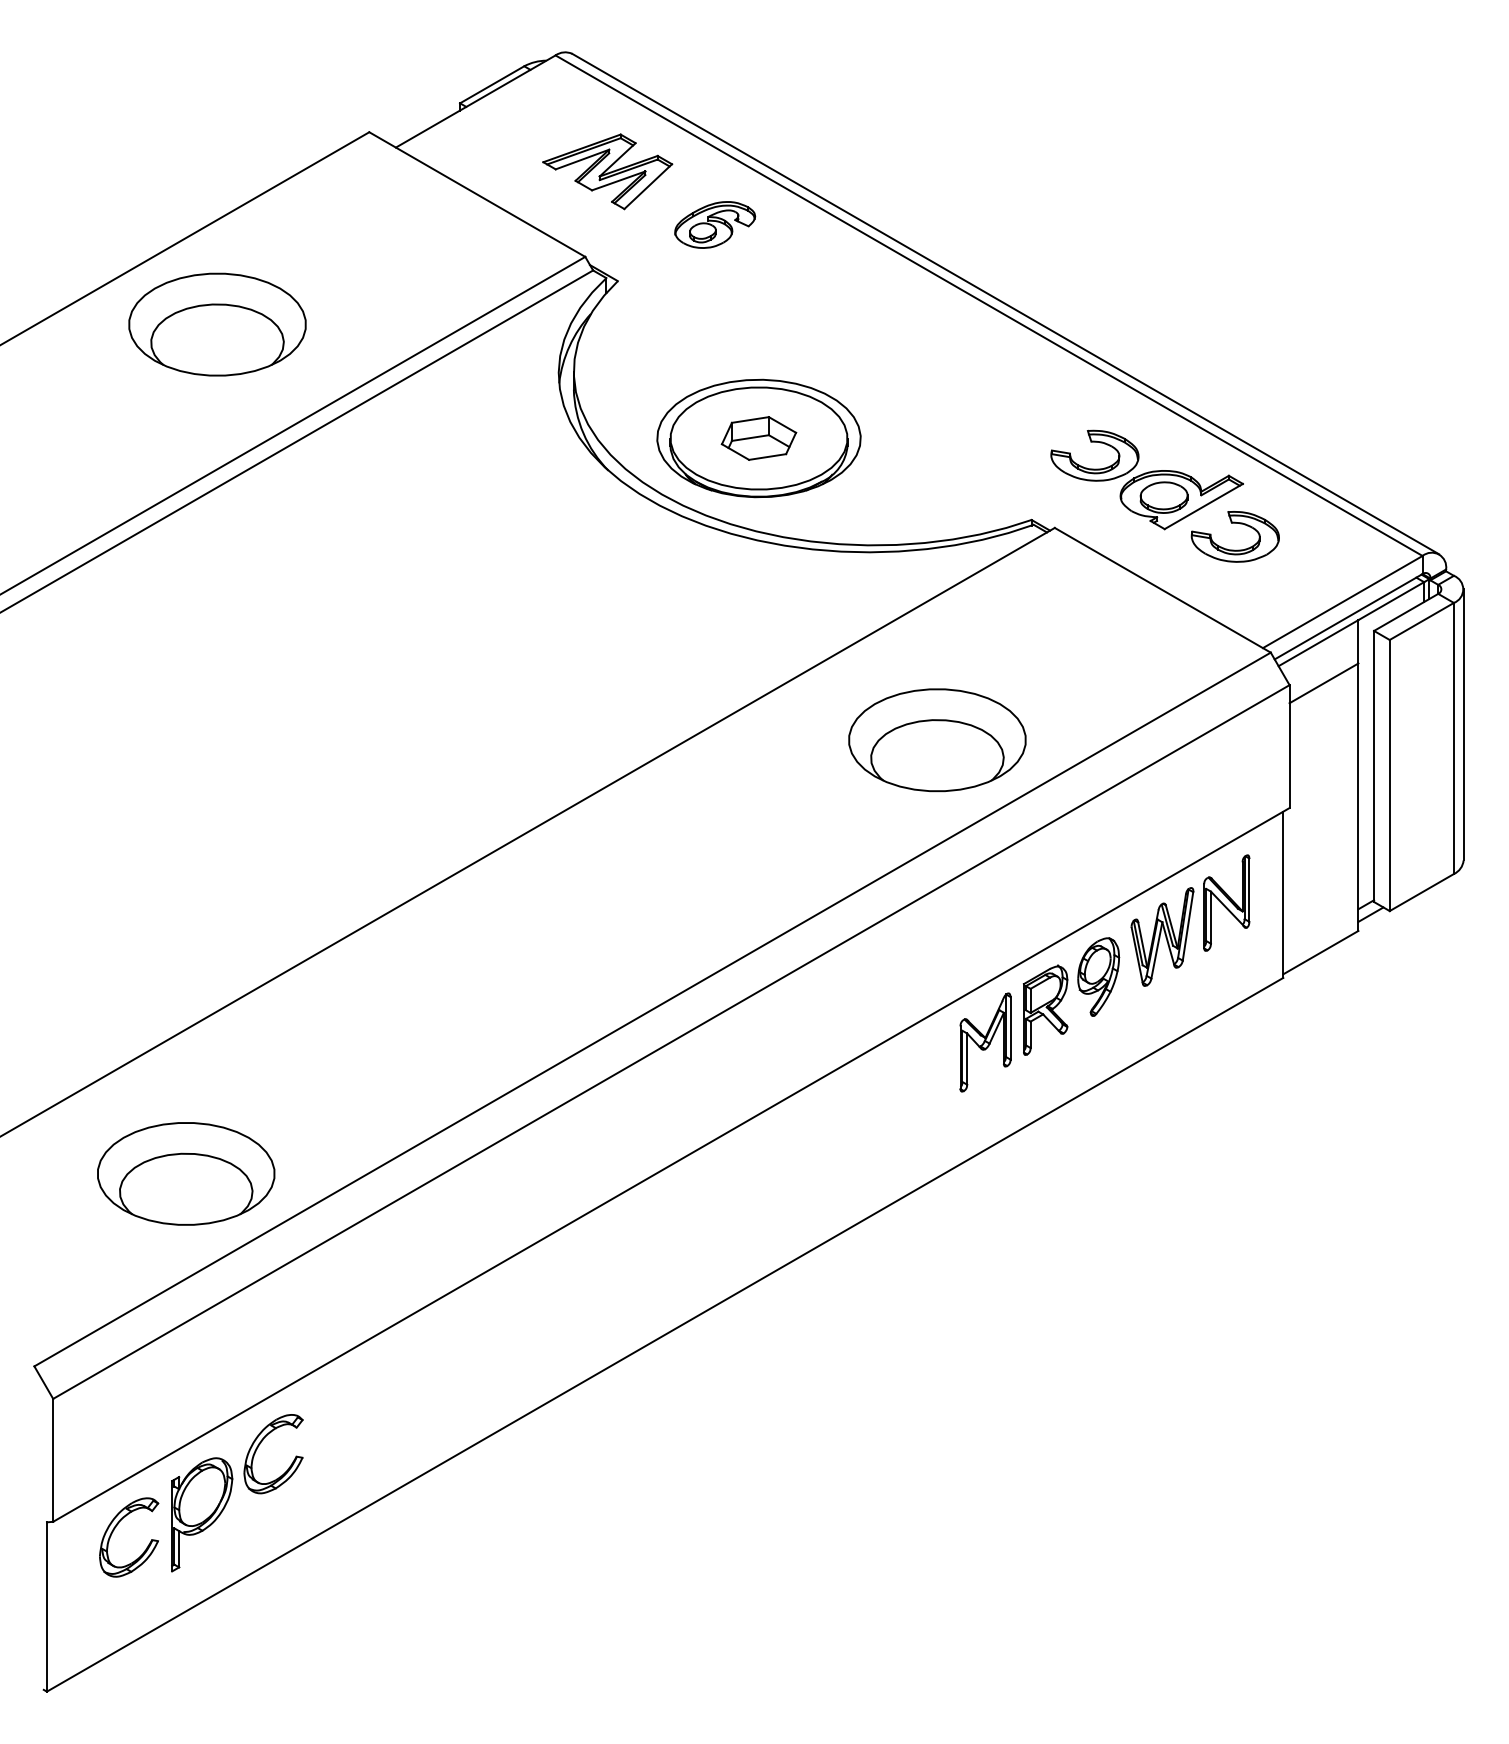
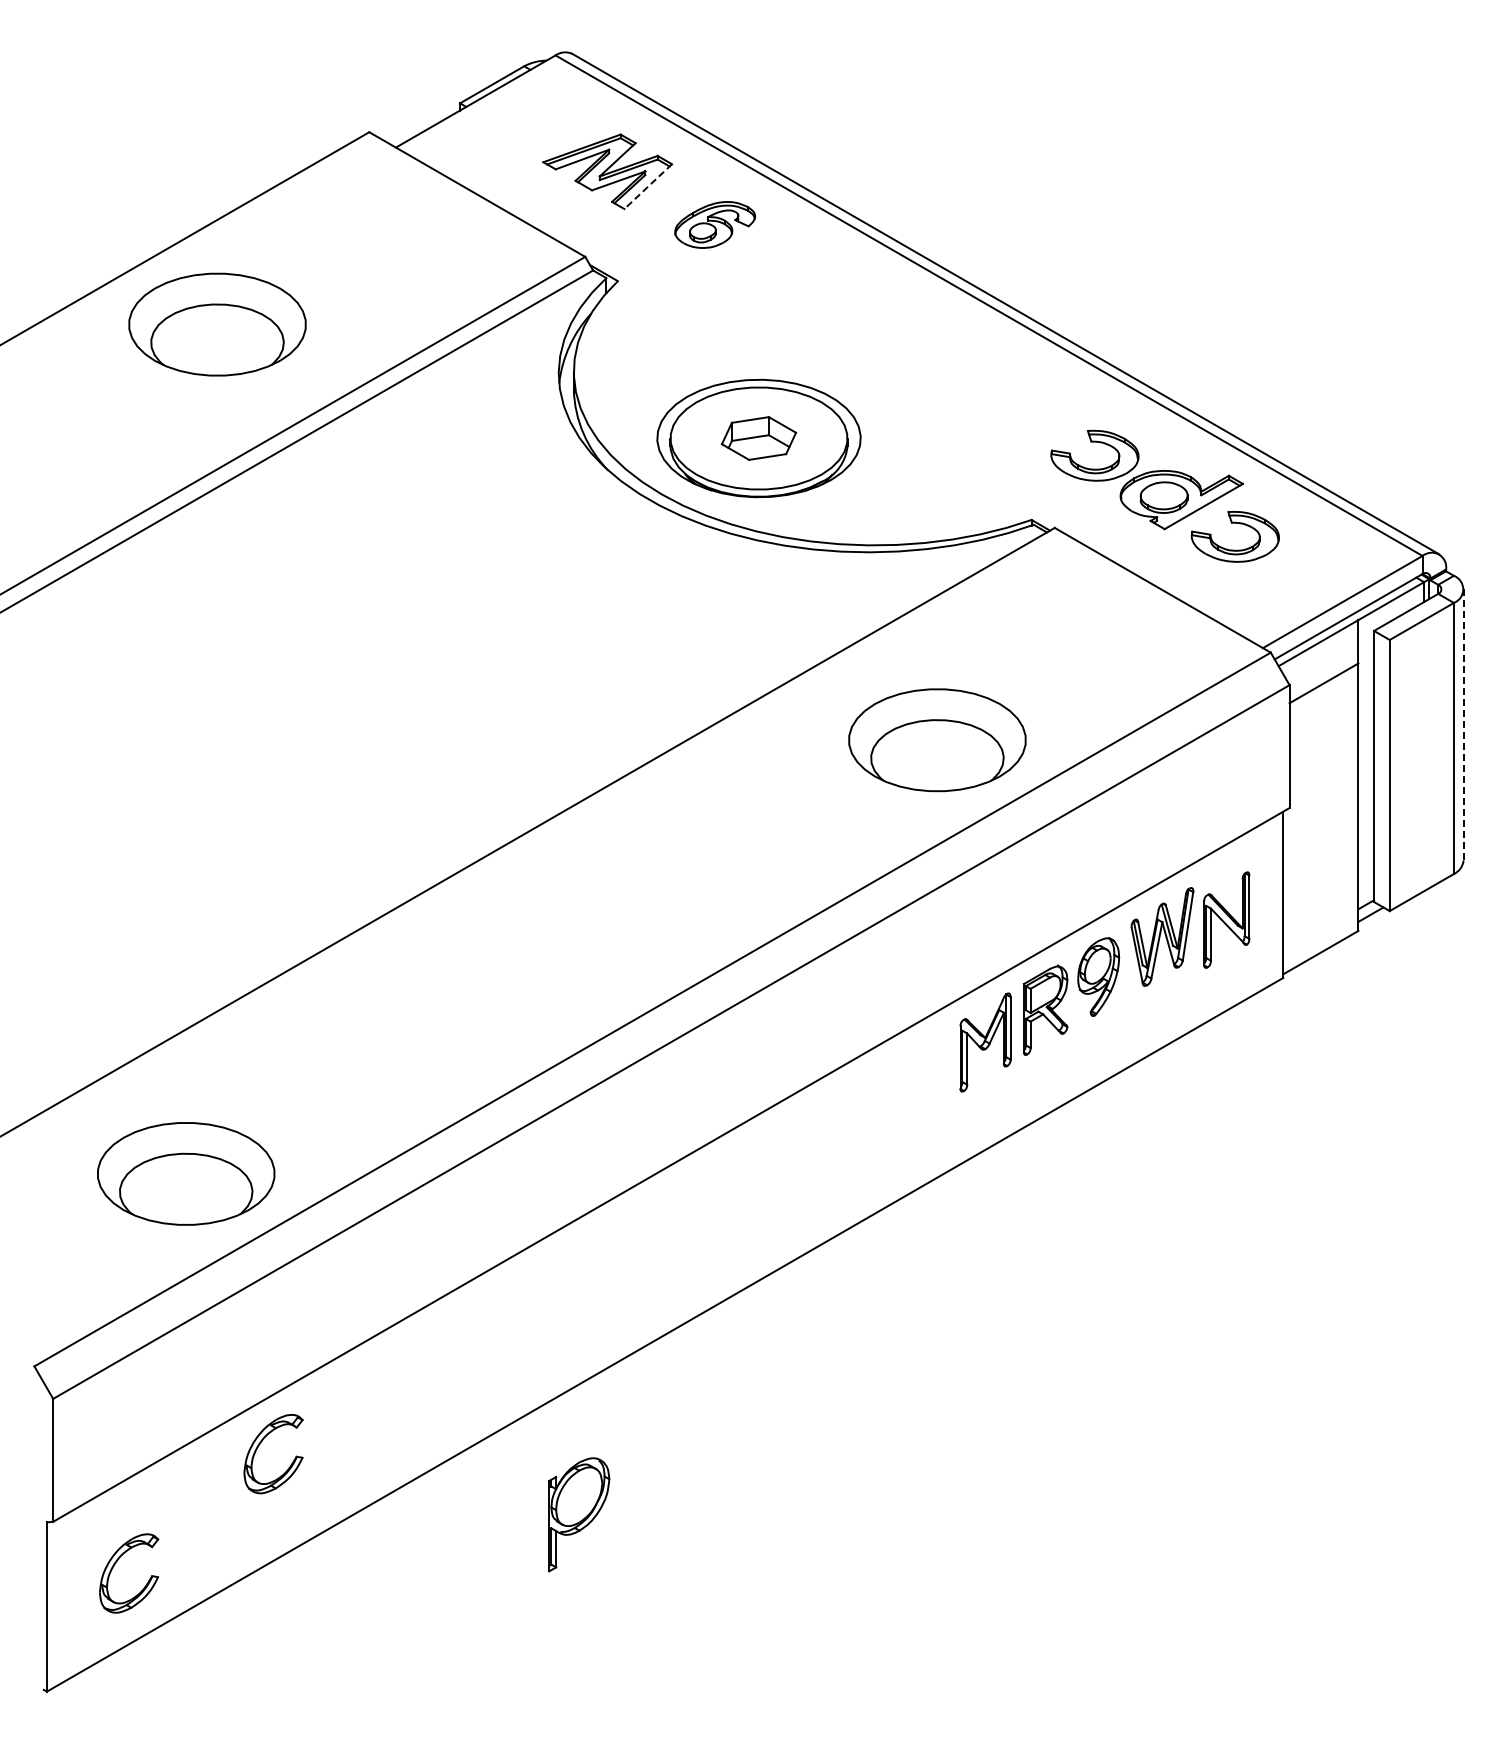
line at (648, 186): solid -> dashed
line at (1463, 724): solid -> dashed
part at (1226, 902) position: (1226, 902) -> (1226, 919)
part at (202, 1514) position: (202, 1514) -> (579, 1514)
part at (116, 1527) position: (116, 1527) -> (116, 1563)
